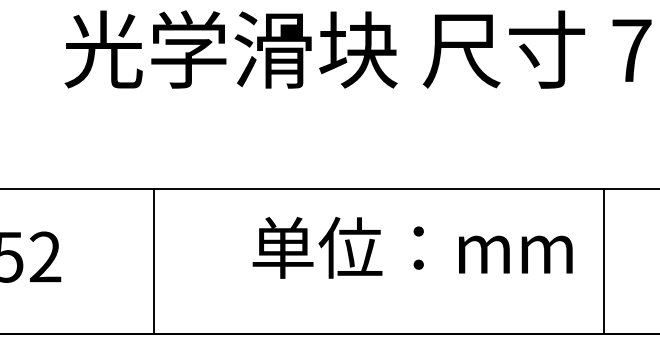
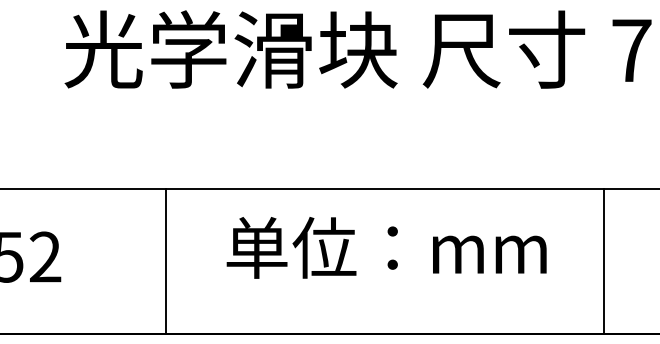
text at (412, 247) position: (412, 247) -> (386, 247)
line at (153, 260) position: (153, 260) -> (165, 260)
